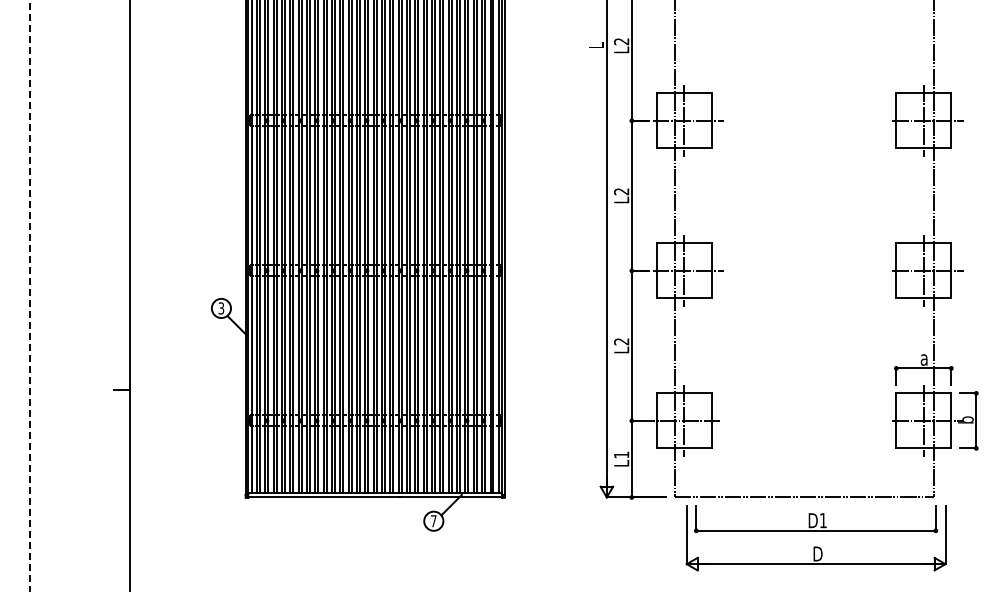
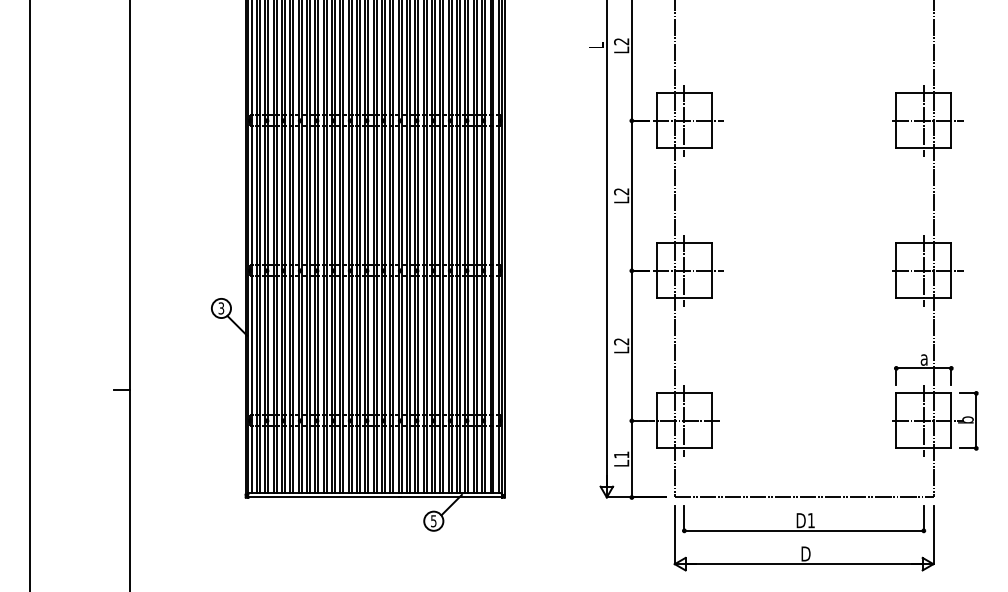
line at (30, 296): dashed -> solid
text at (433, 521): 7 -> 5
part at (815, 531) position: (815, 531) -> (803, 531)
